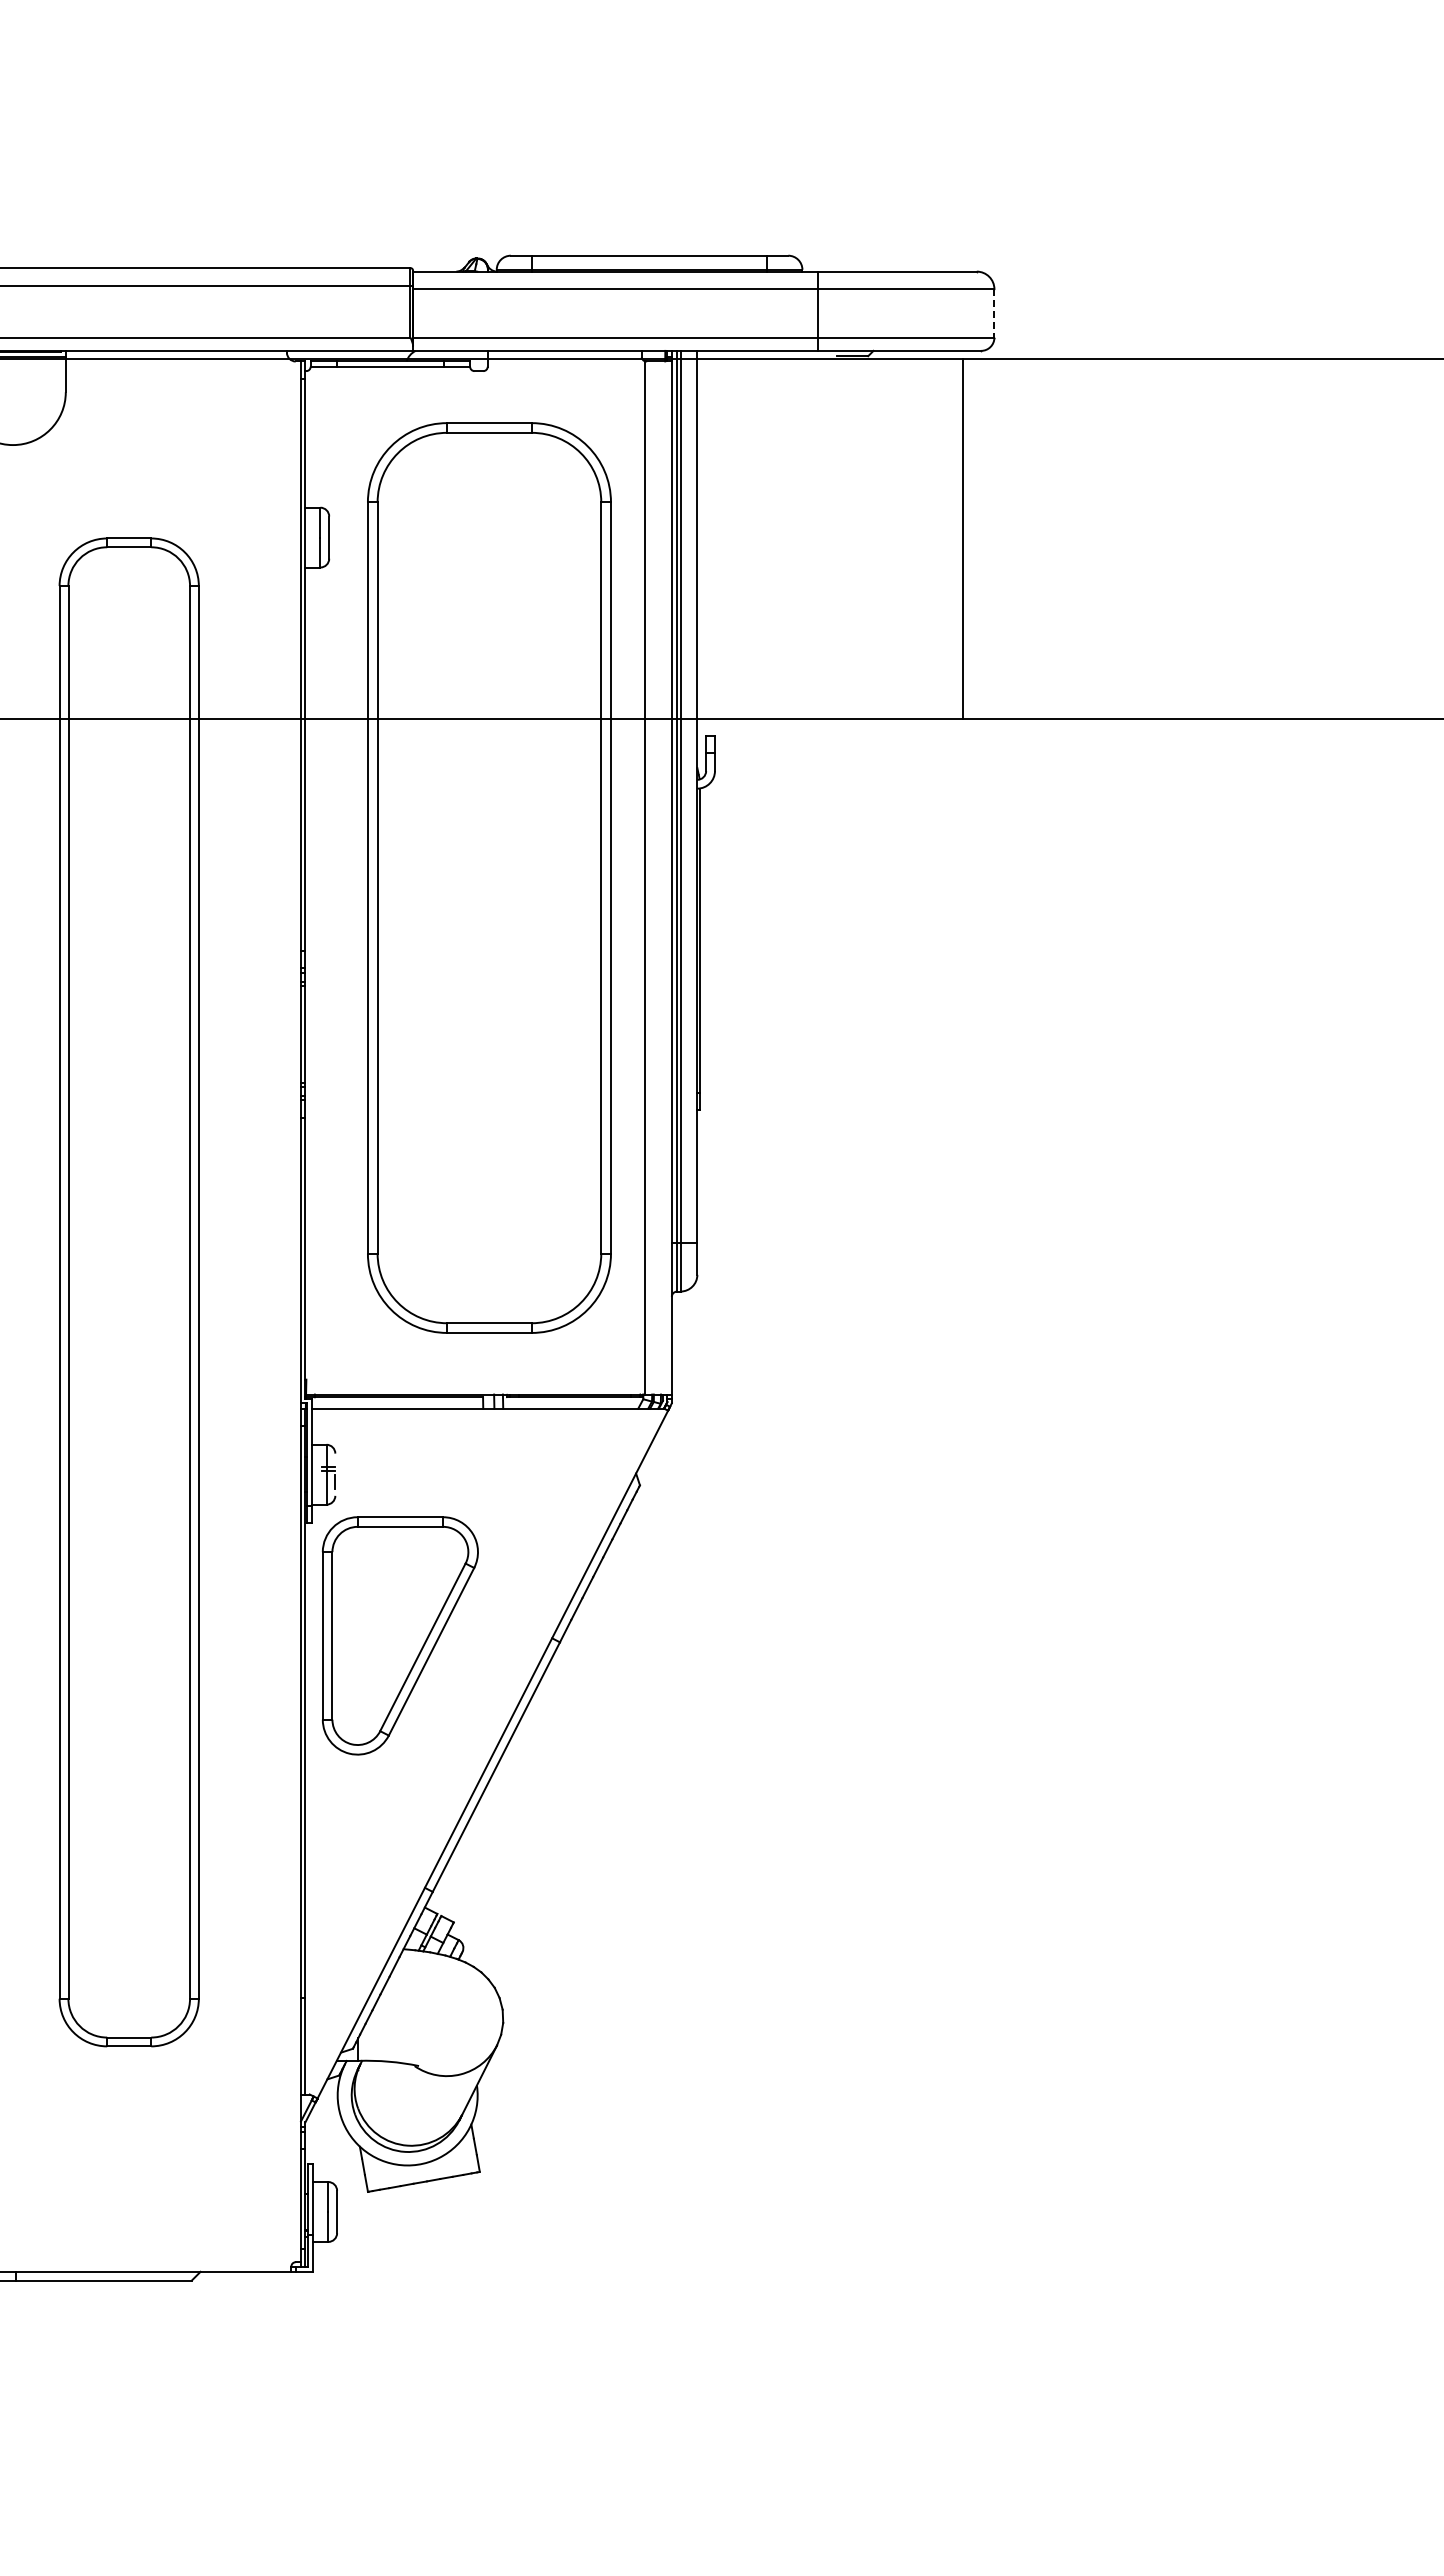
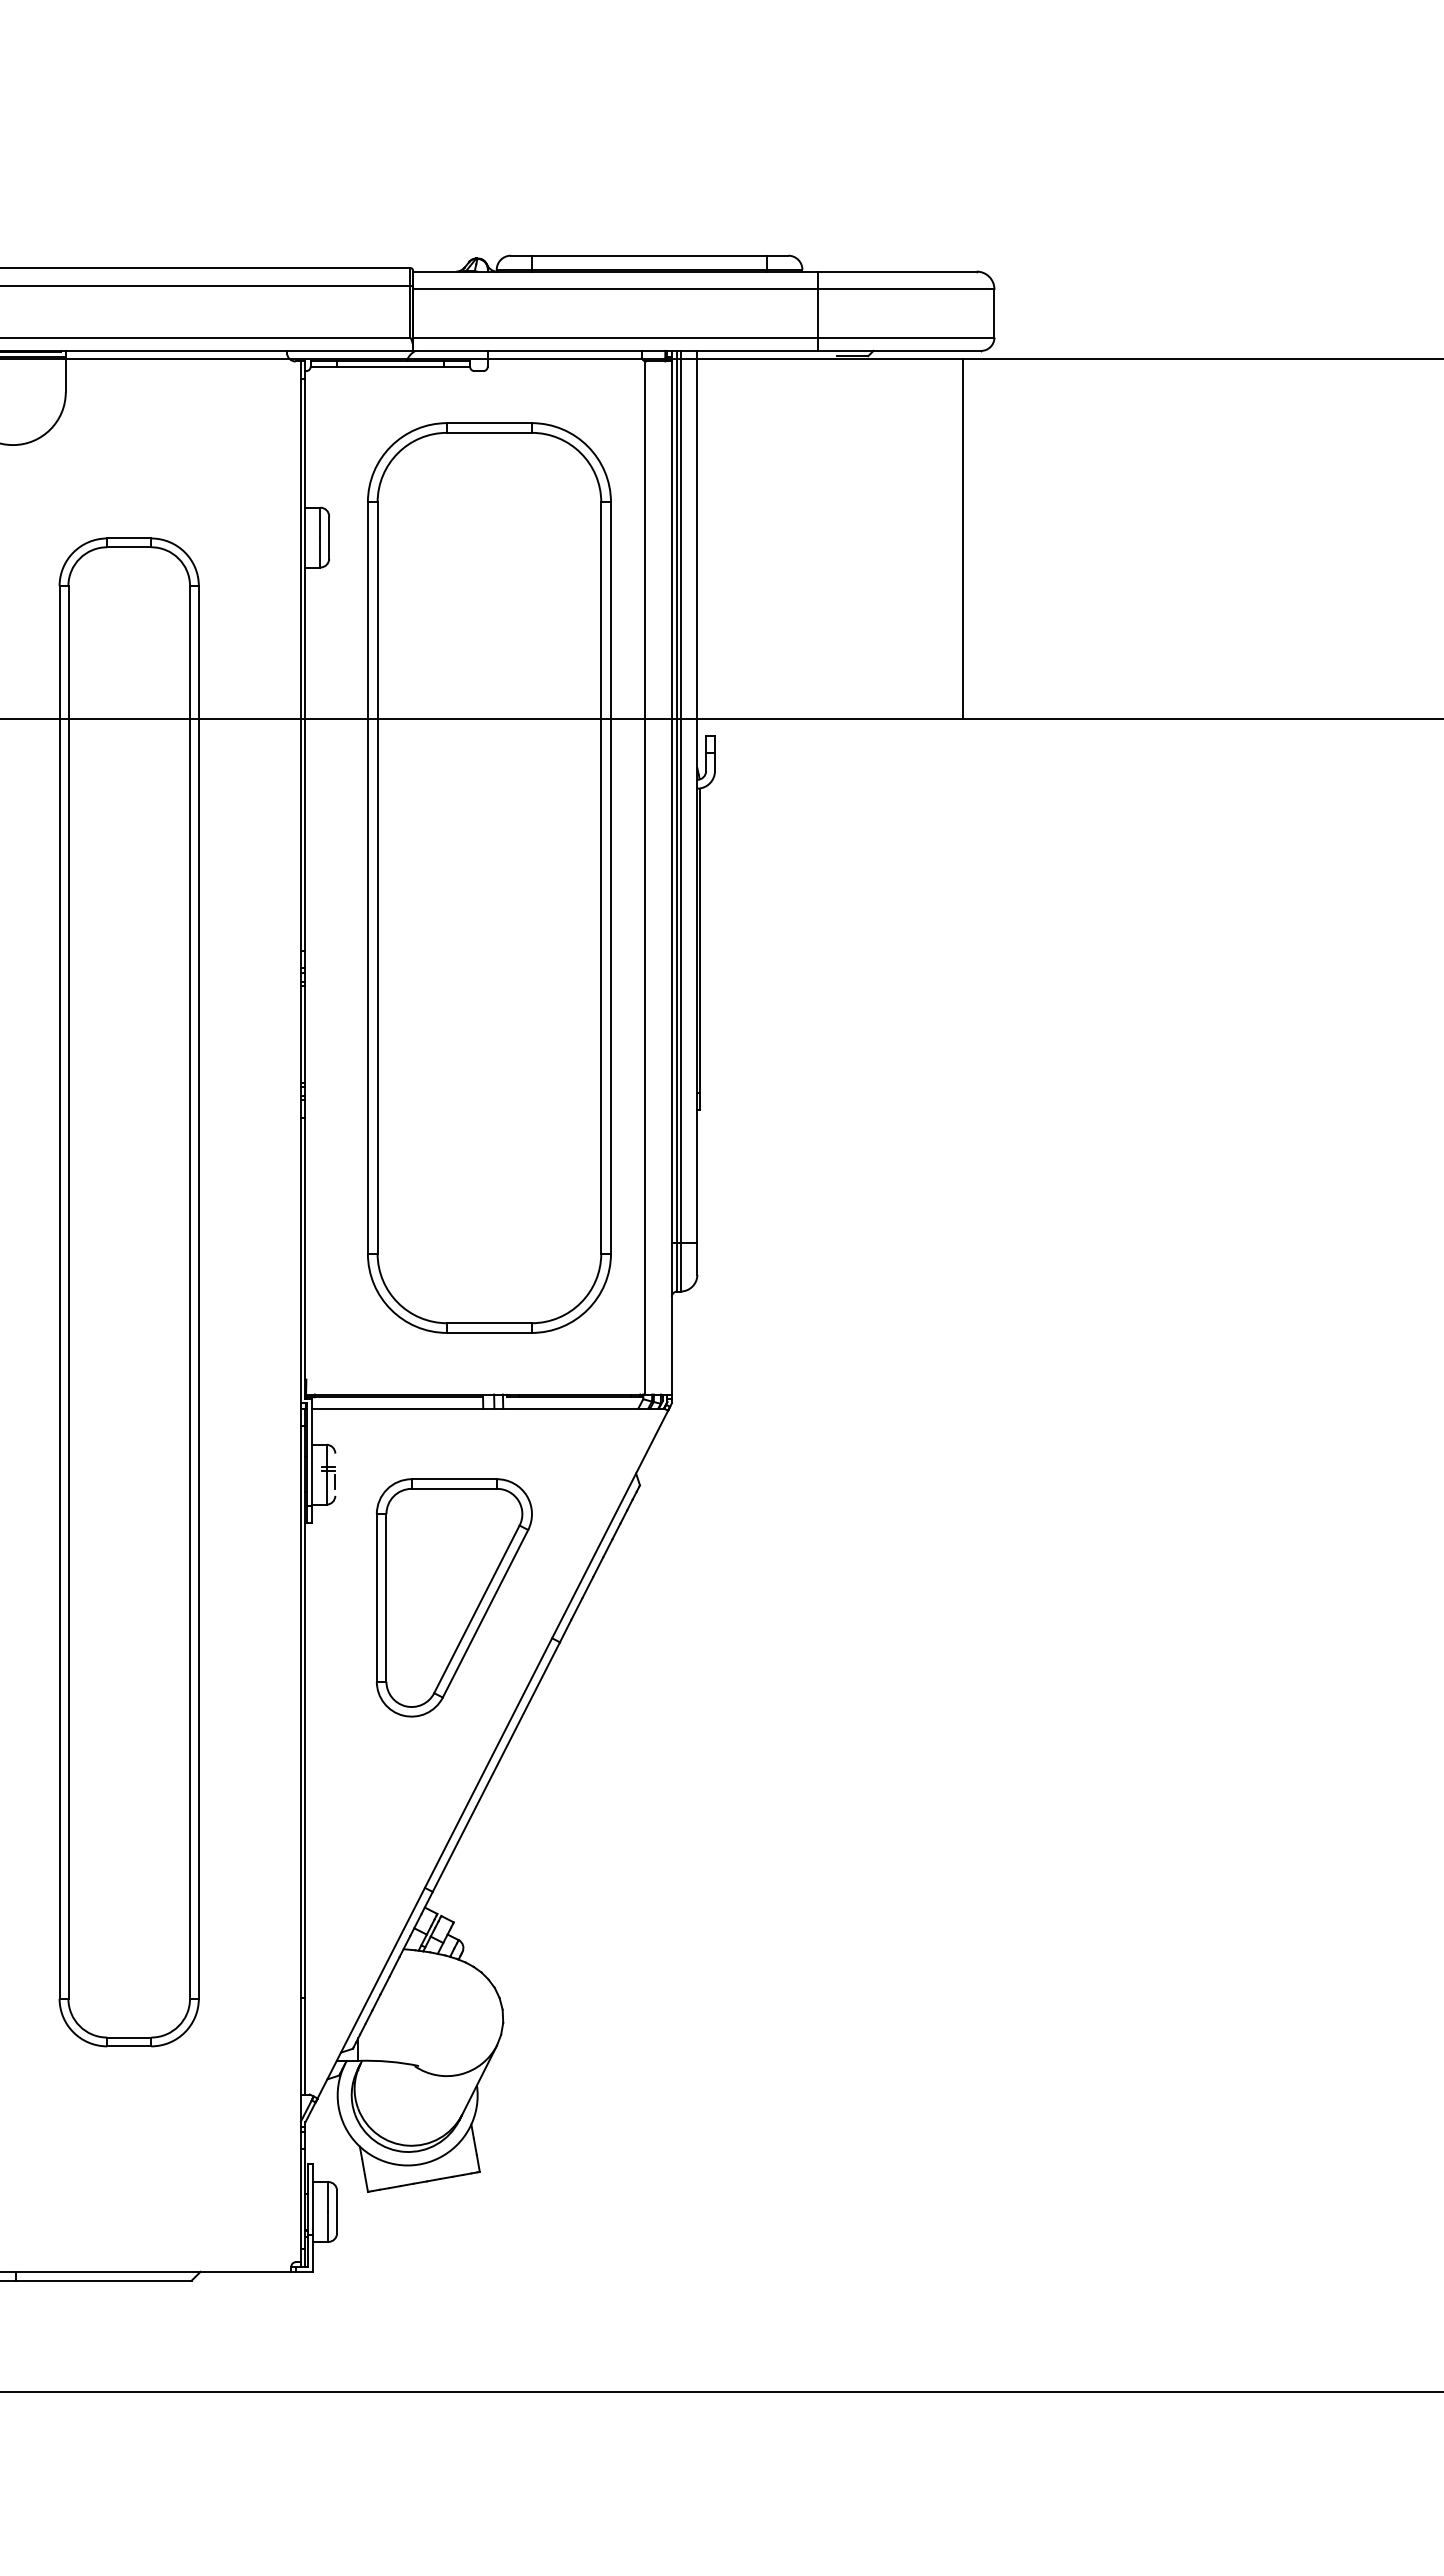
line at (994, 313): dashed -> solid
part at (400, 1635) position: (400, 1635) -> (454, 1597)
line at (721, 2392): none -> present
